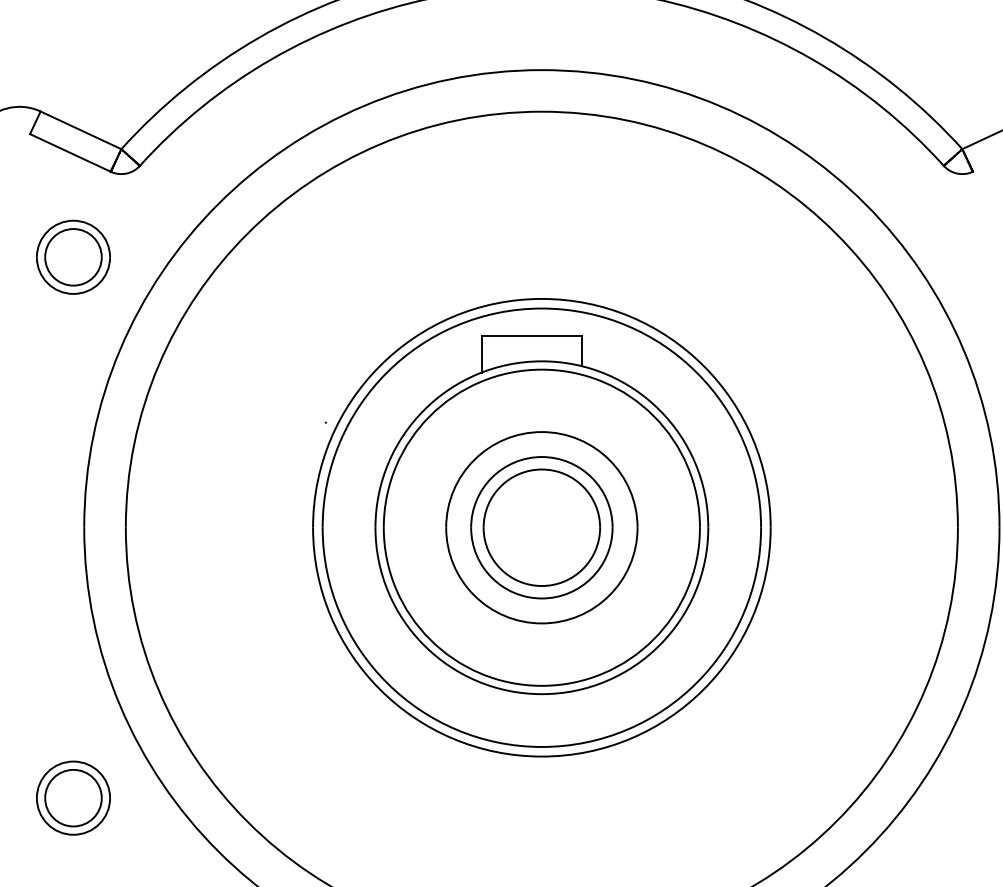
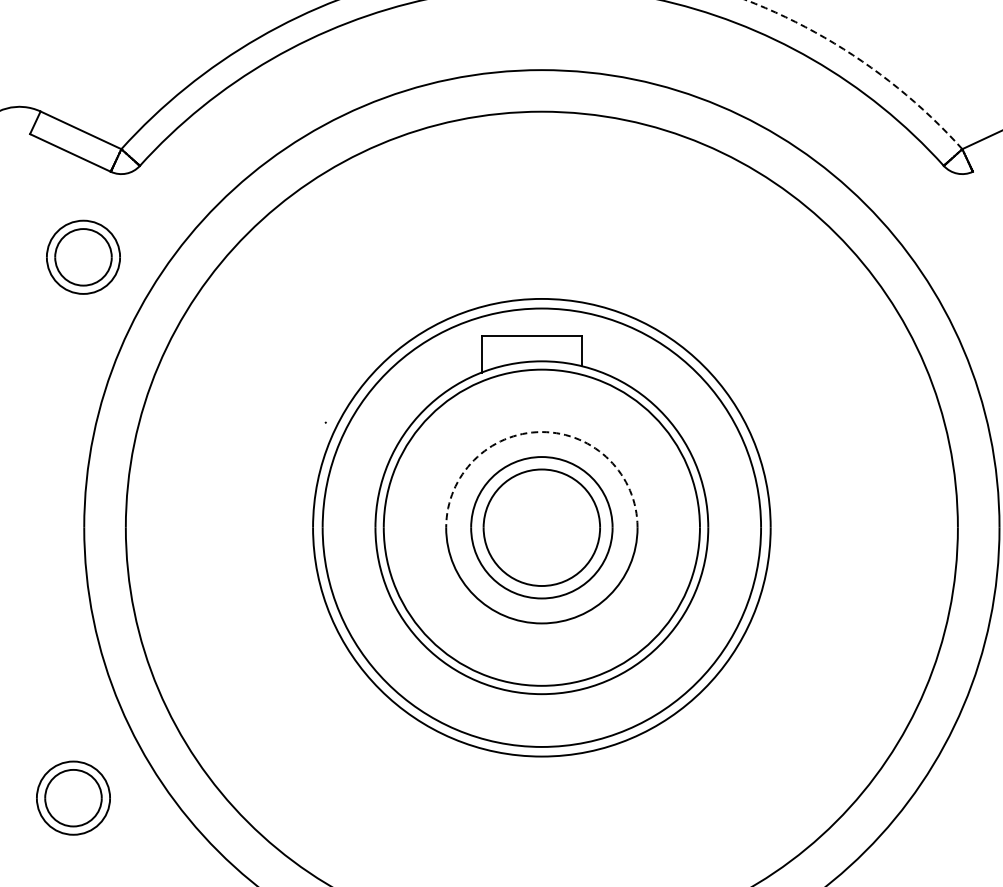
arc at (862, 61): solid -> dashed
part at (73, 256) position: (73, 256) -> (83, 256)
arc at (541, 432): solid -> dashed
